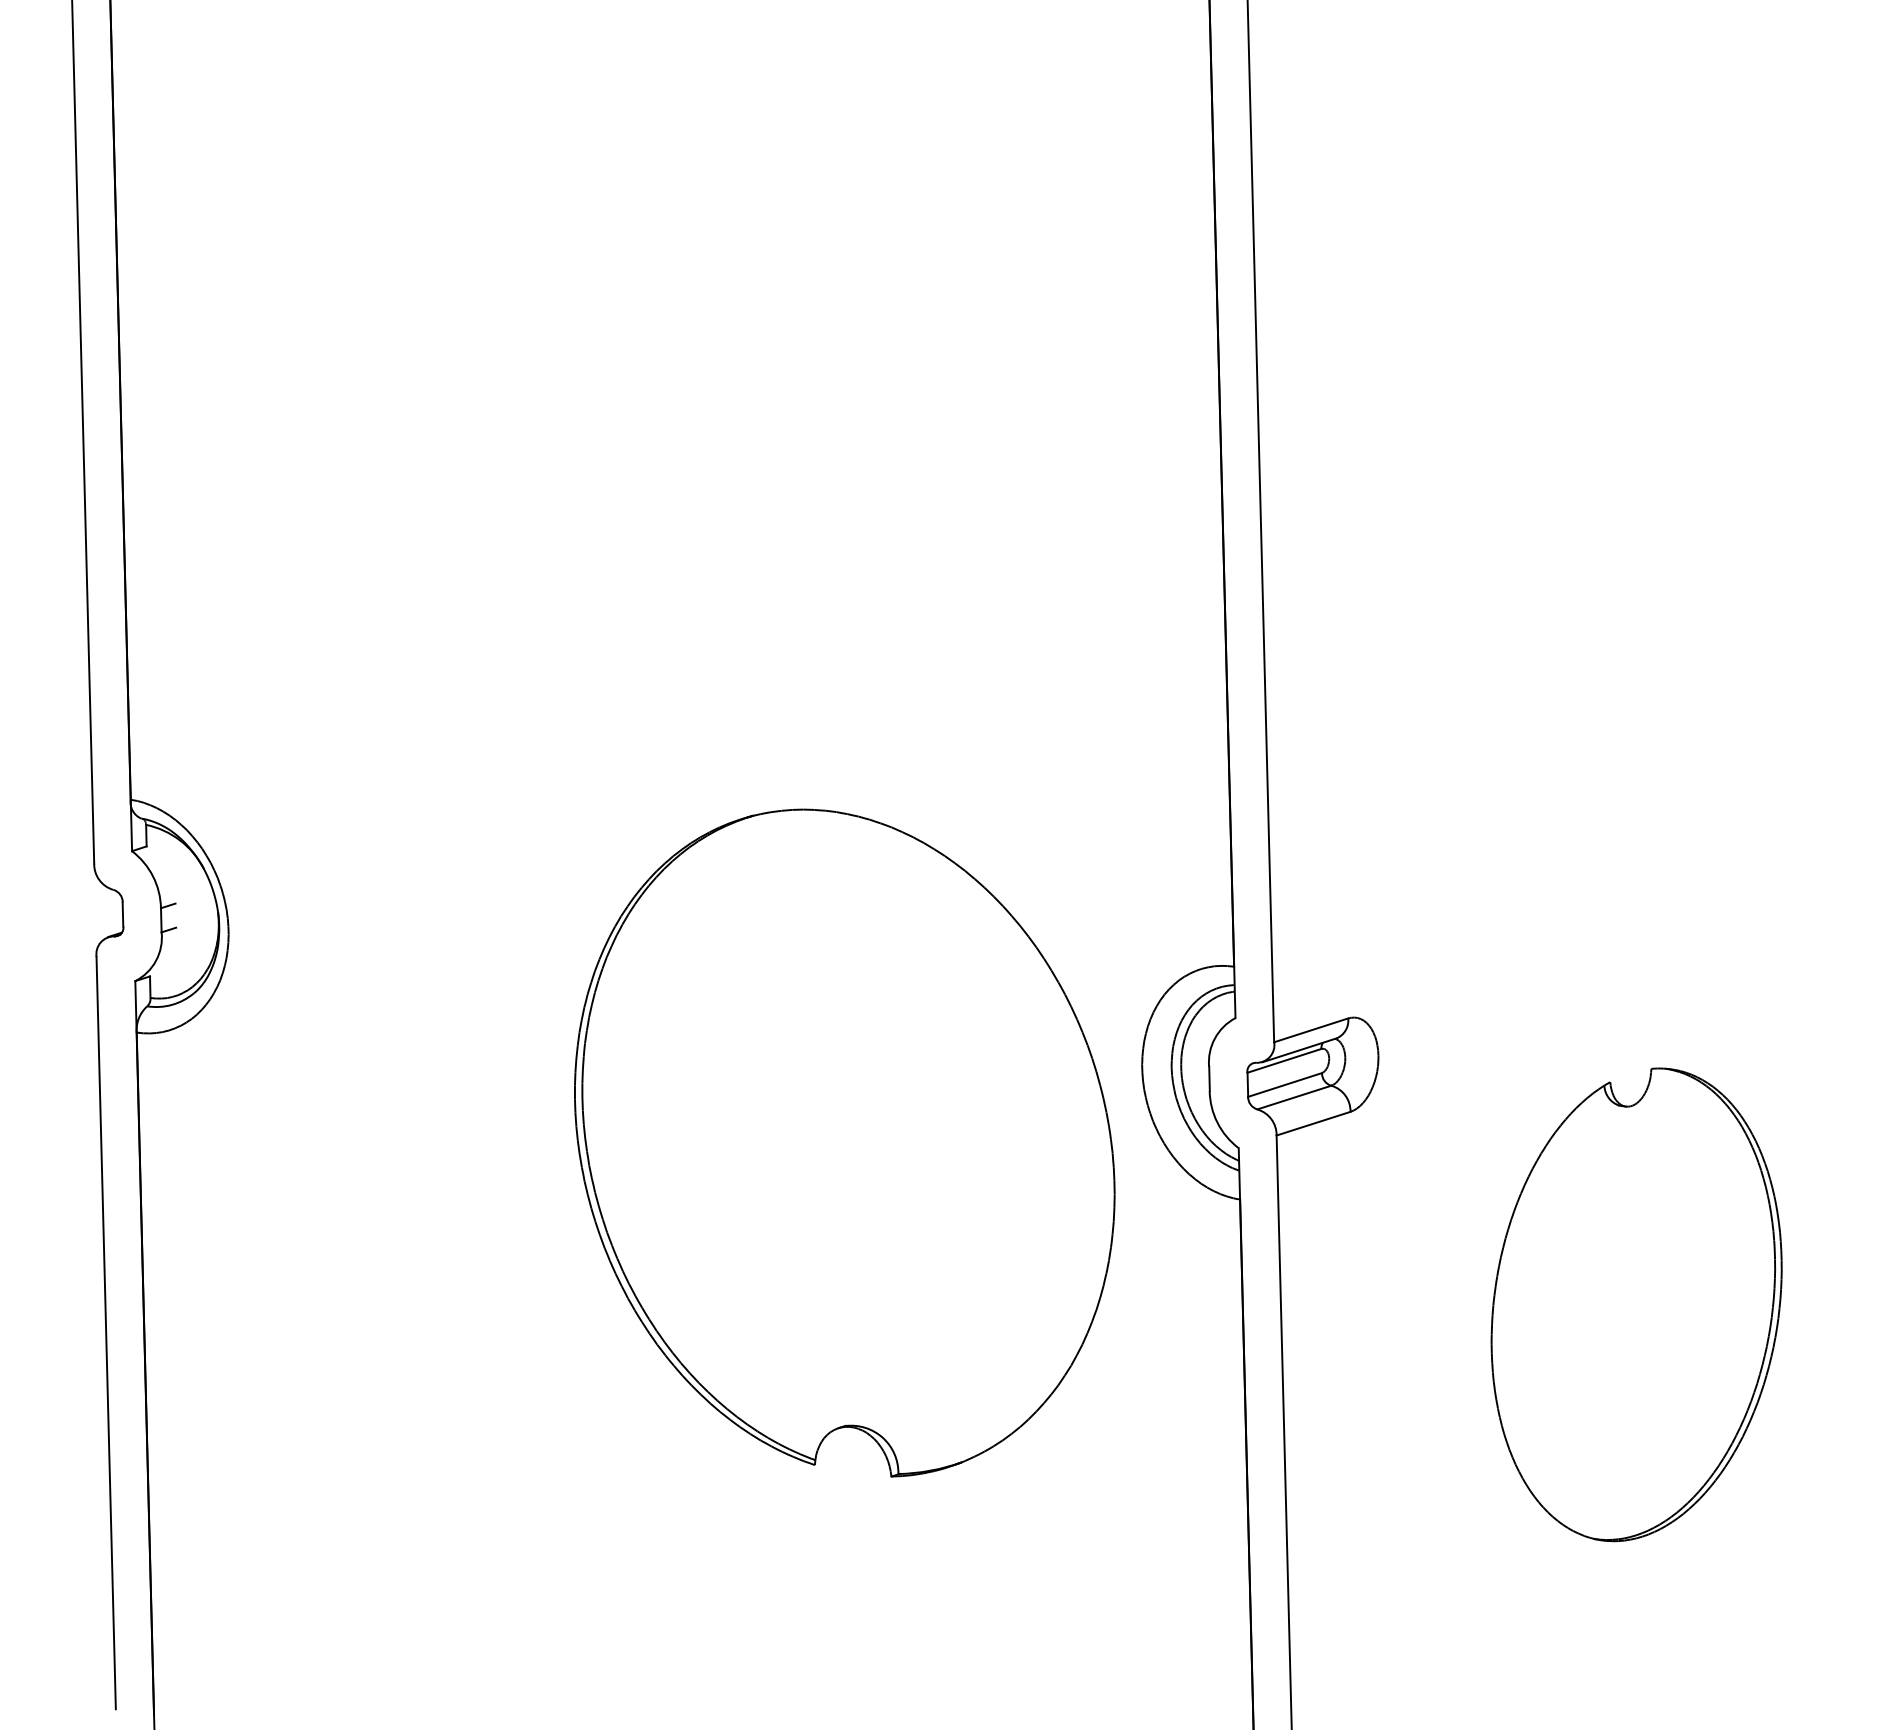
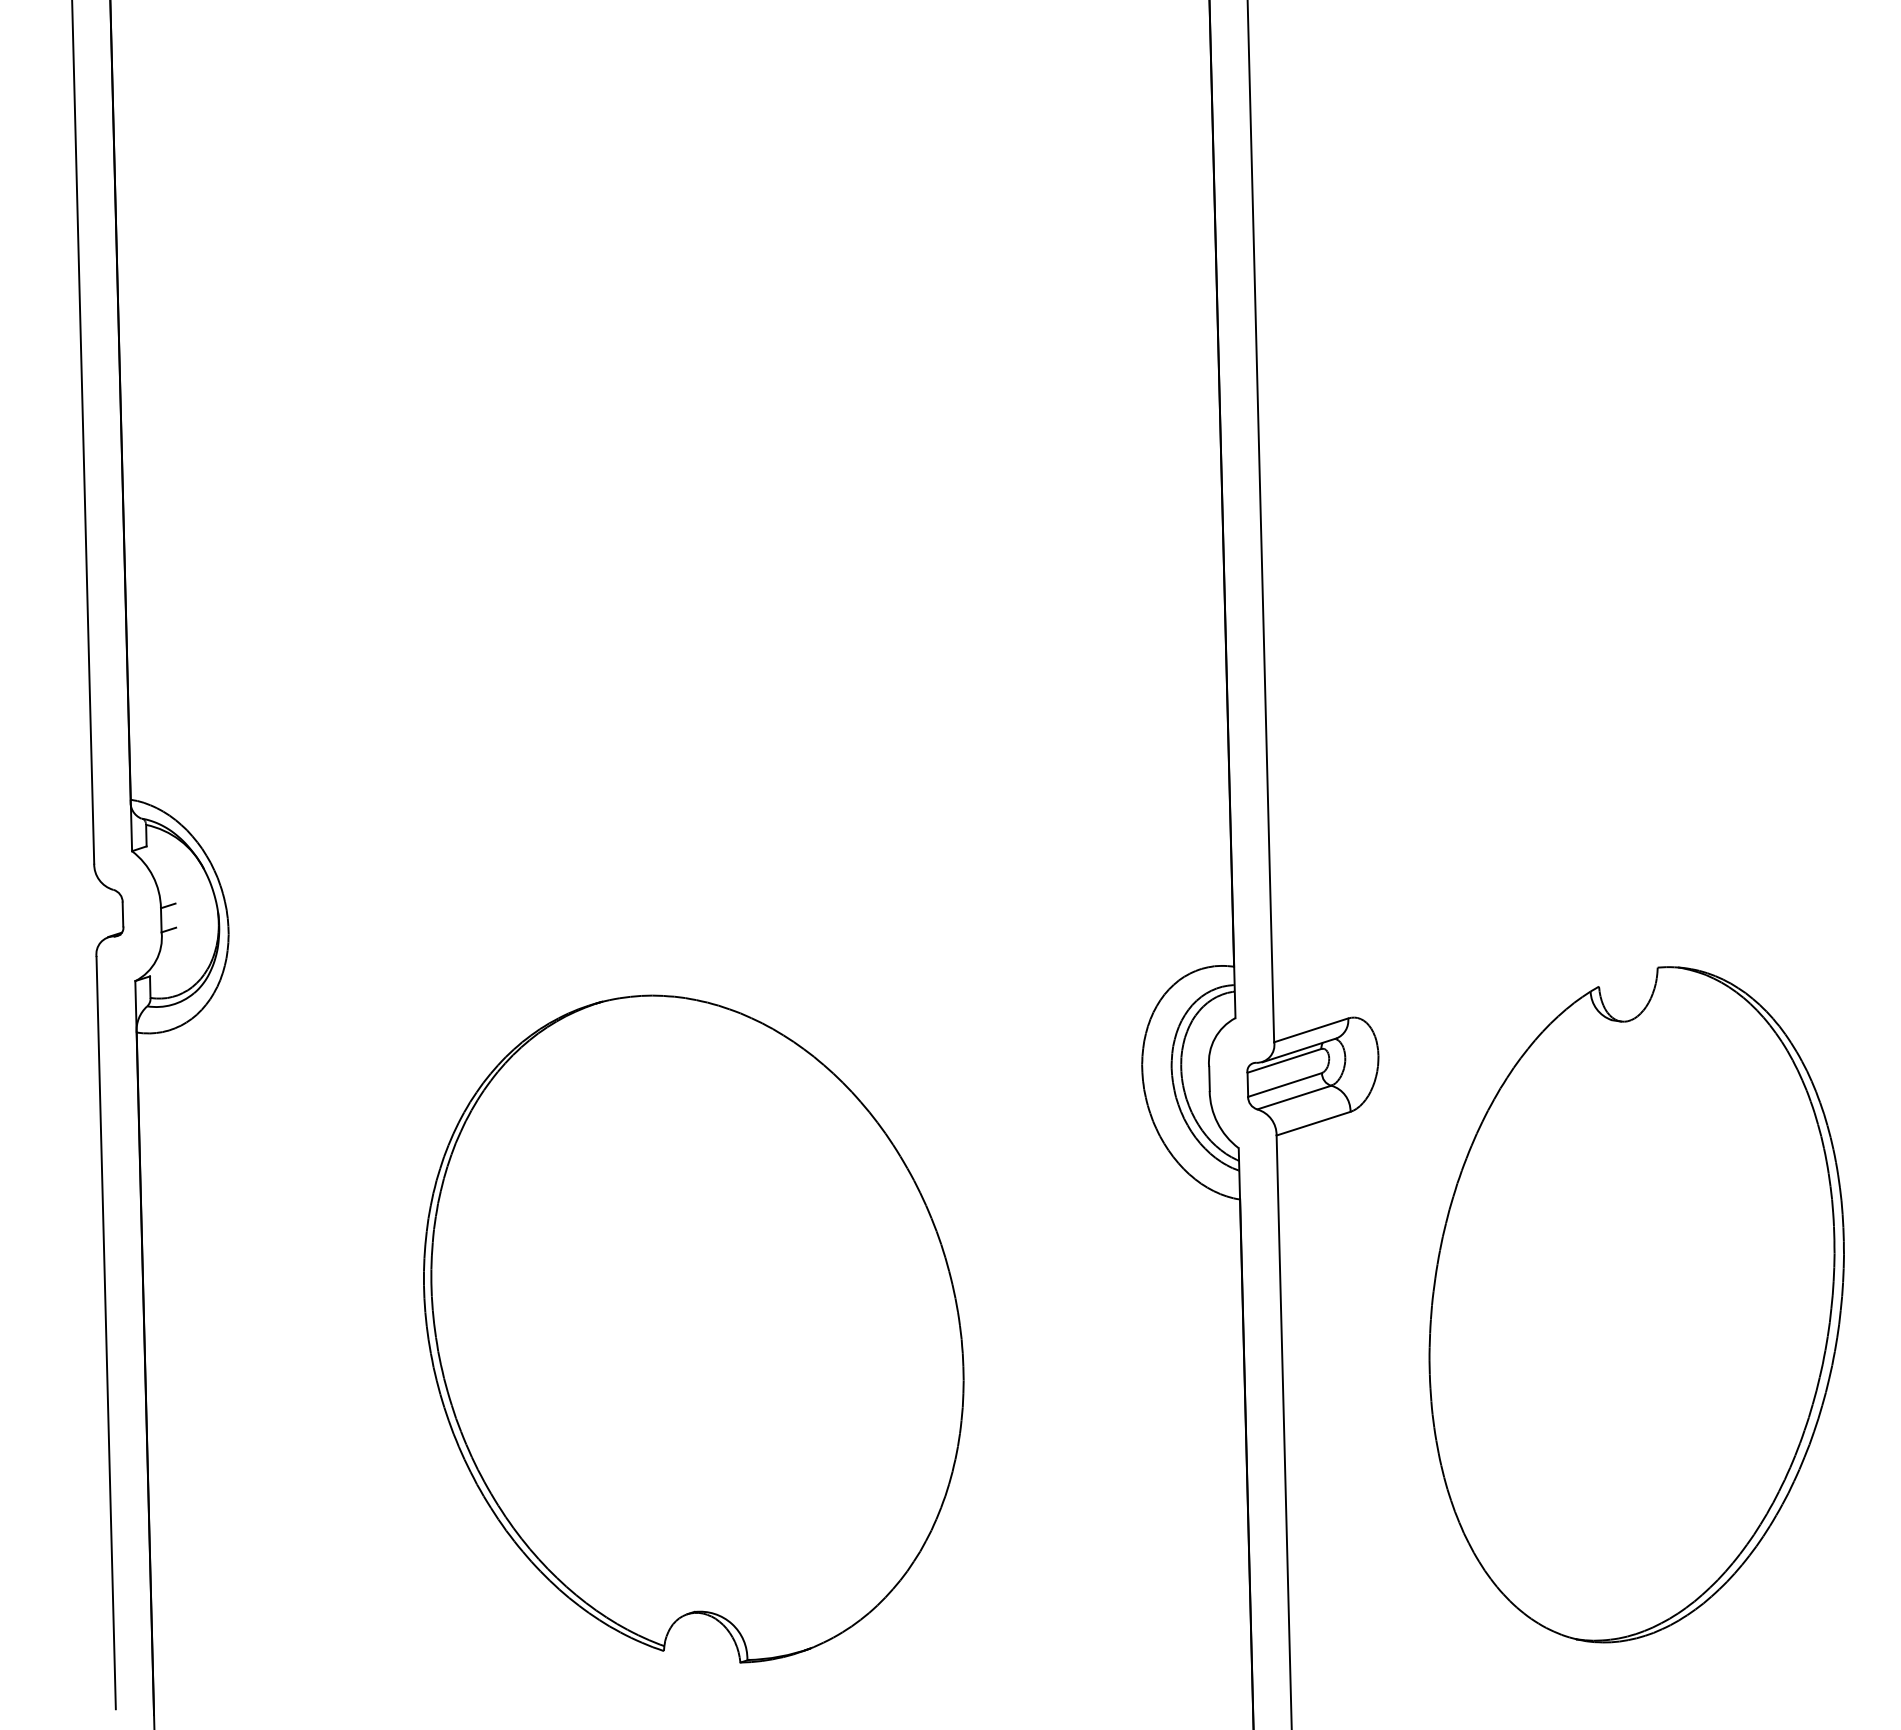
part at (844, 1142) position: (844, 1142) -> (693, 1328)
part at (1636, 1304) size: 293x476 px -> 417x678 px
